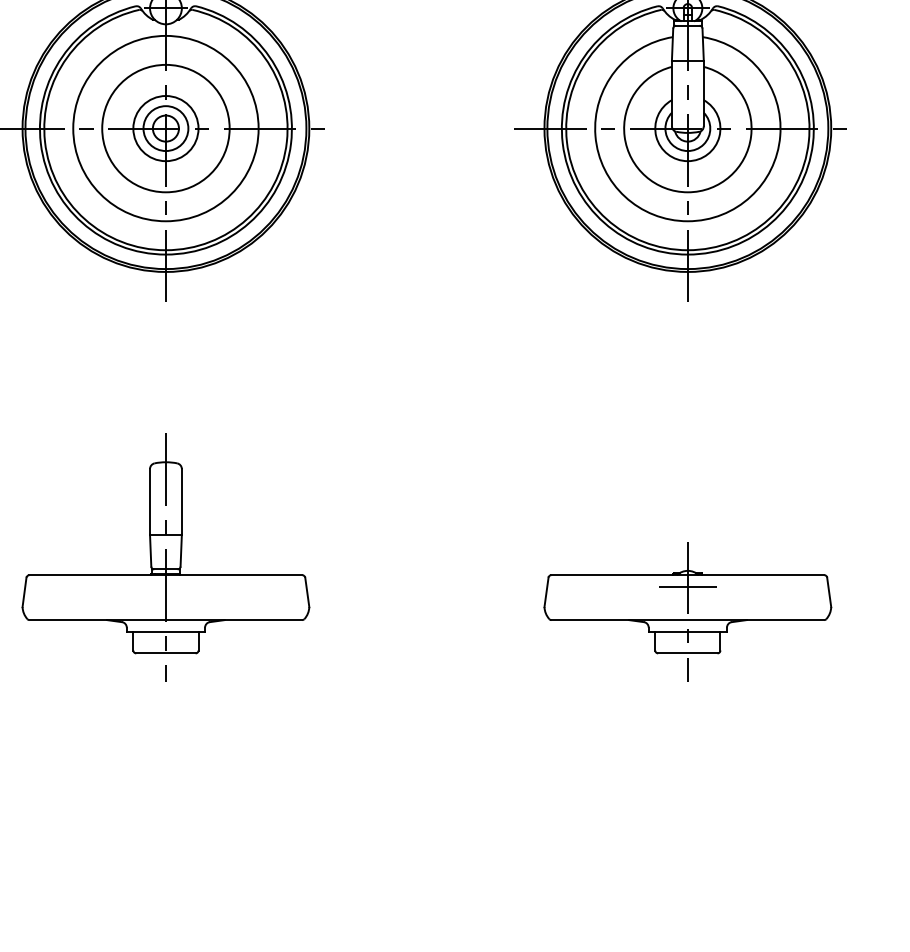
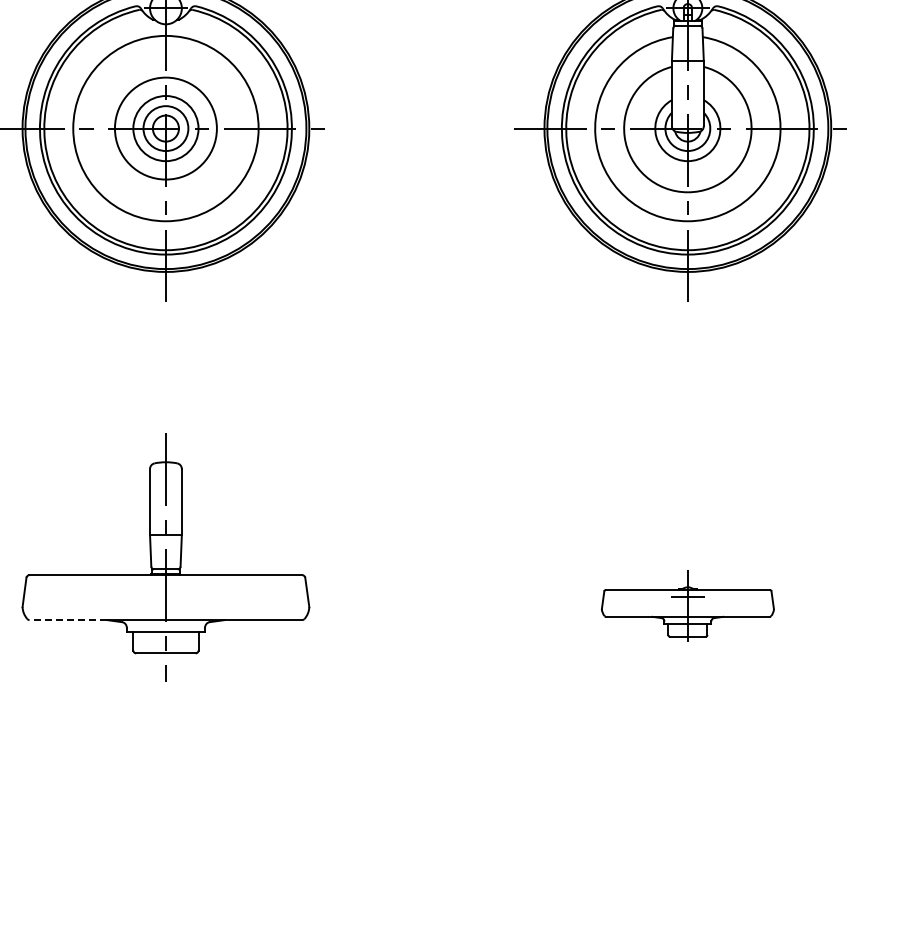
circle at (165, 128) diameter: 127 px -> 102 px
part at (687, 611) size: 290x140 px -> 174x72 px
line at (68, 620): solid -> dashed
